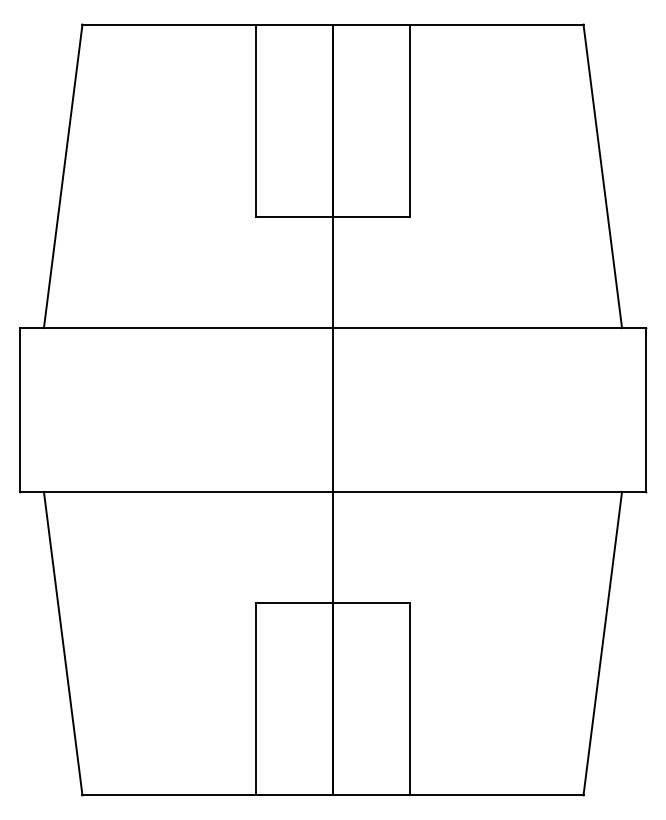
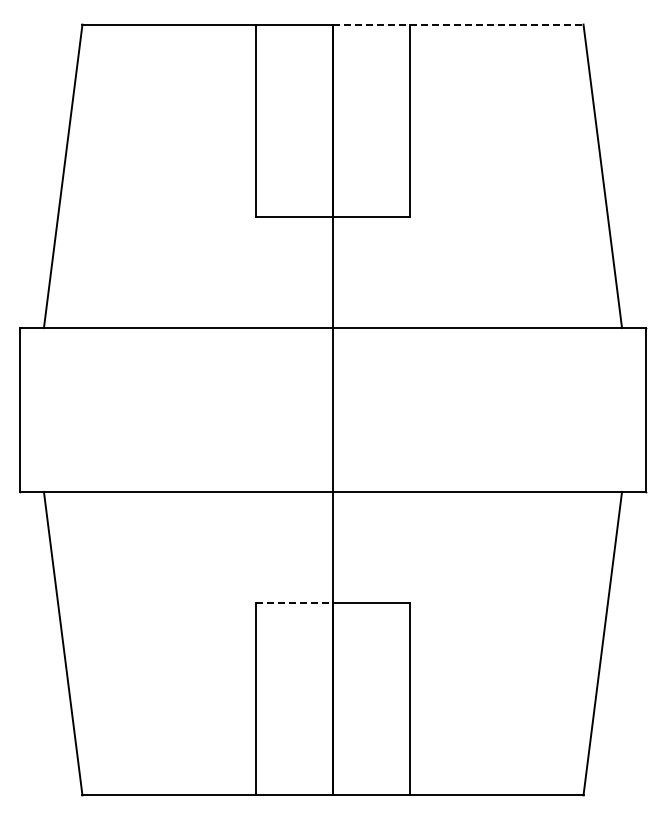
line at (458, 24): solid -> dashed
line at (294, 602): solid -> dashed
